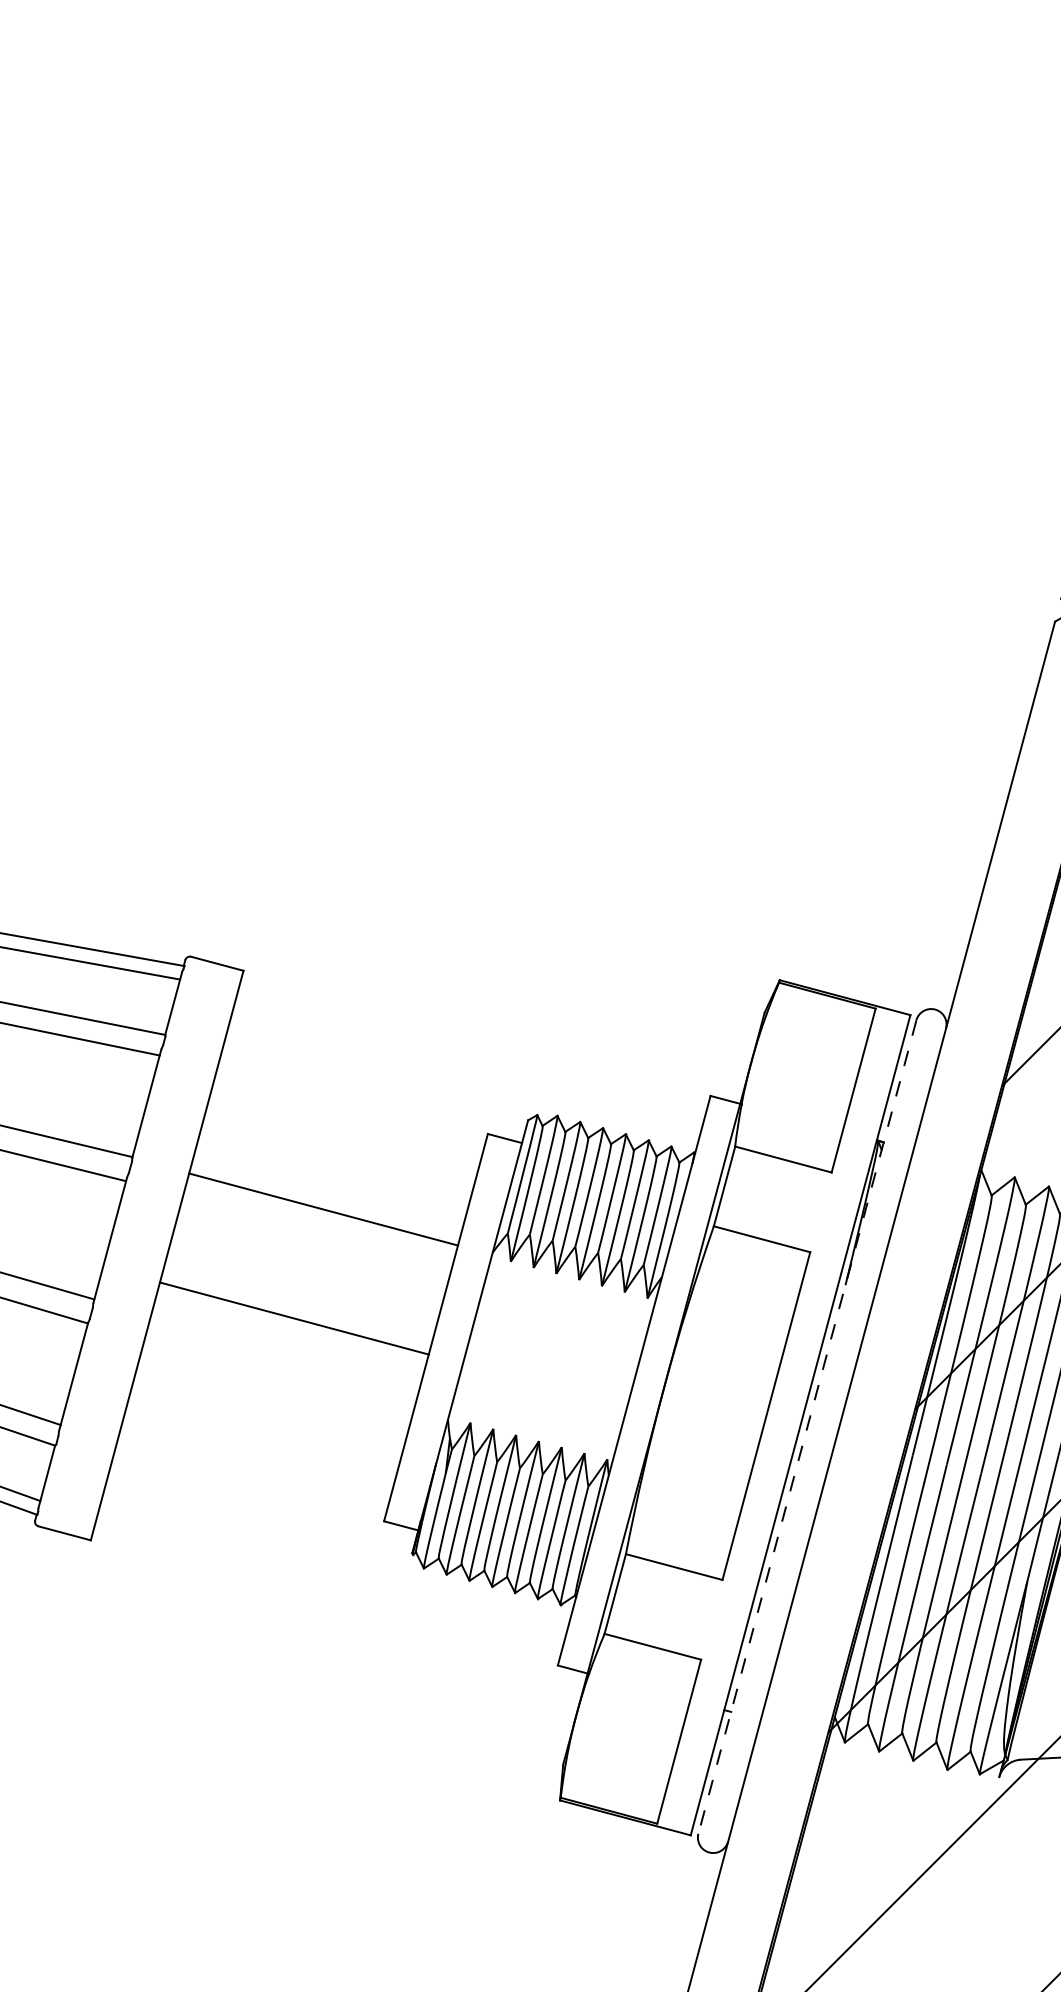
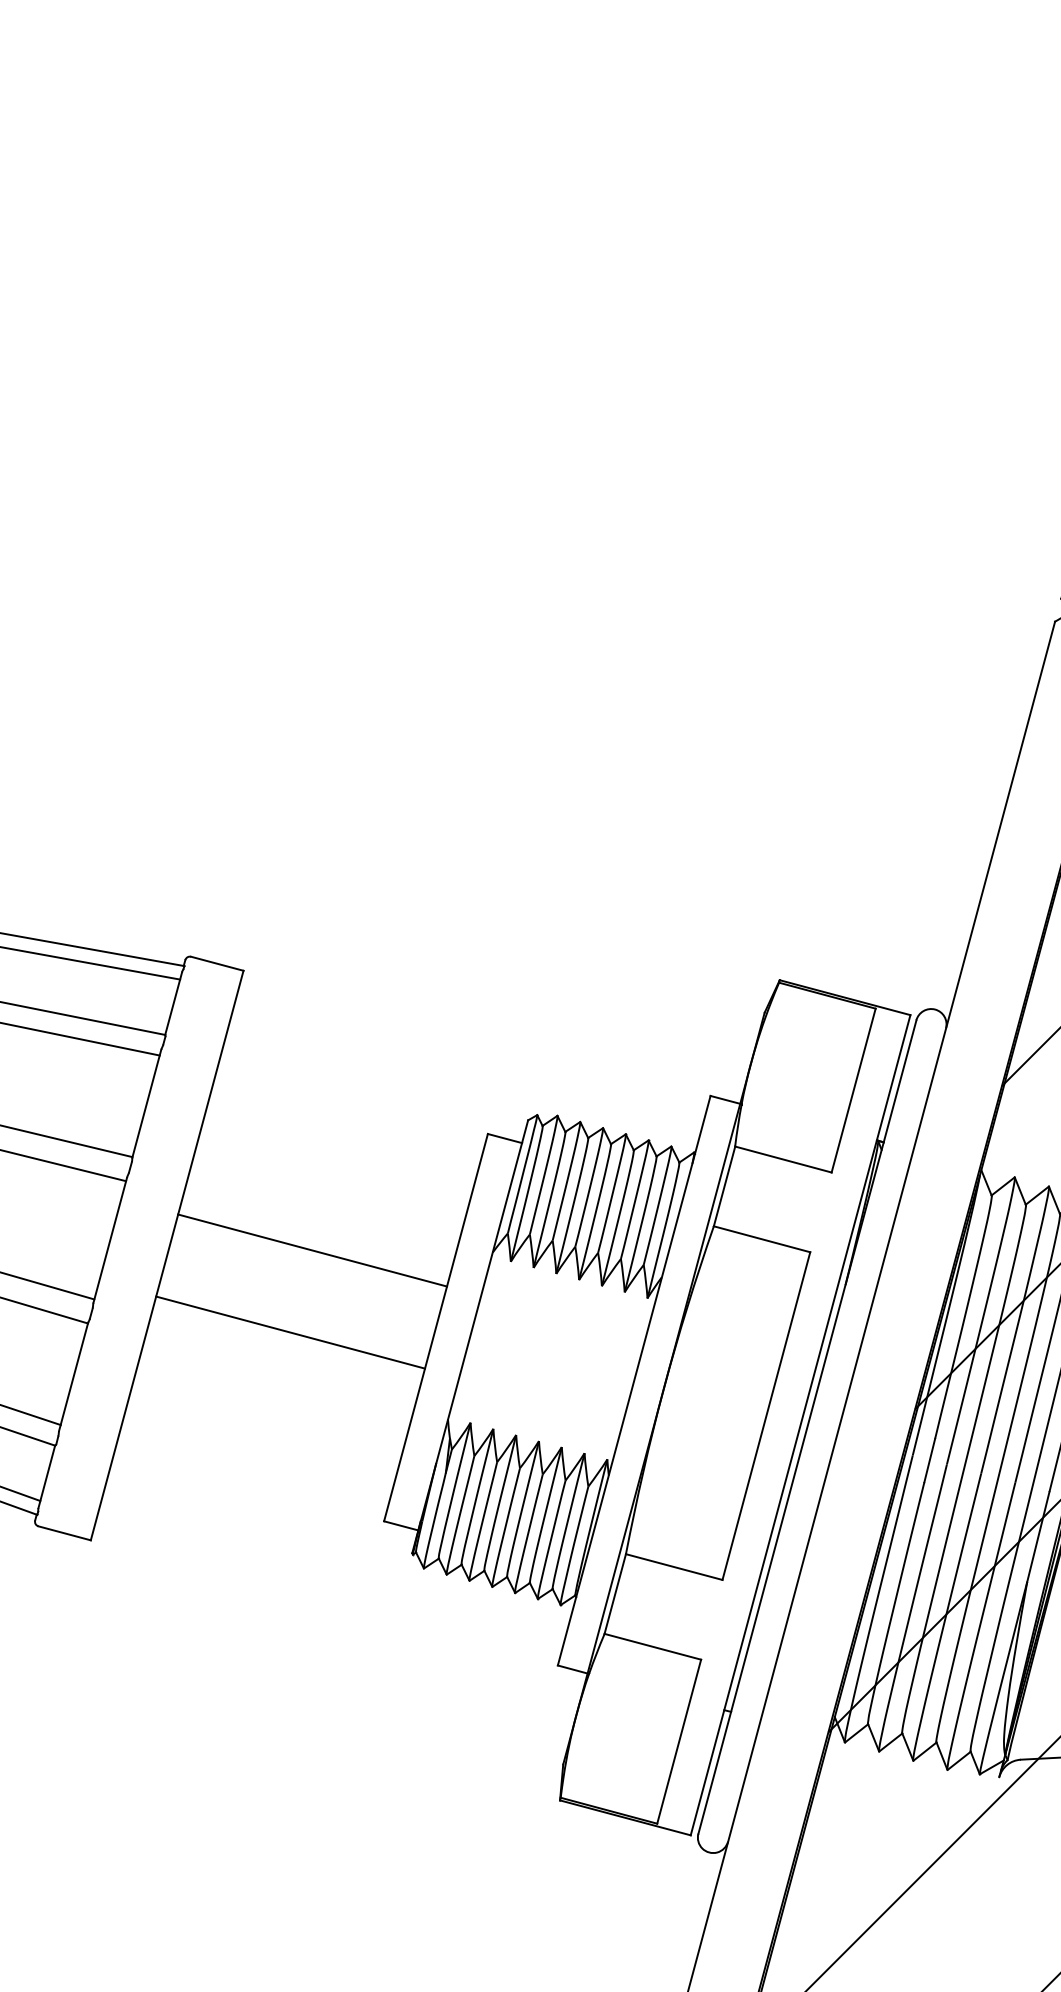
line at (323, 1209) position: (323, 1209) -> (312, 1250)
line at (294, 1318) position: (294, 1318) -> (290, 1332)
line at (807, 1427): dashed -> solid
